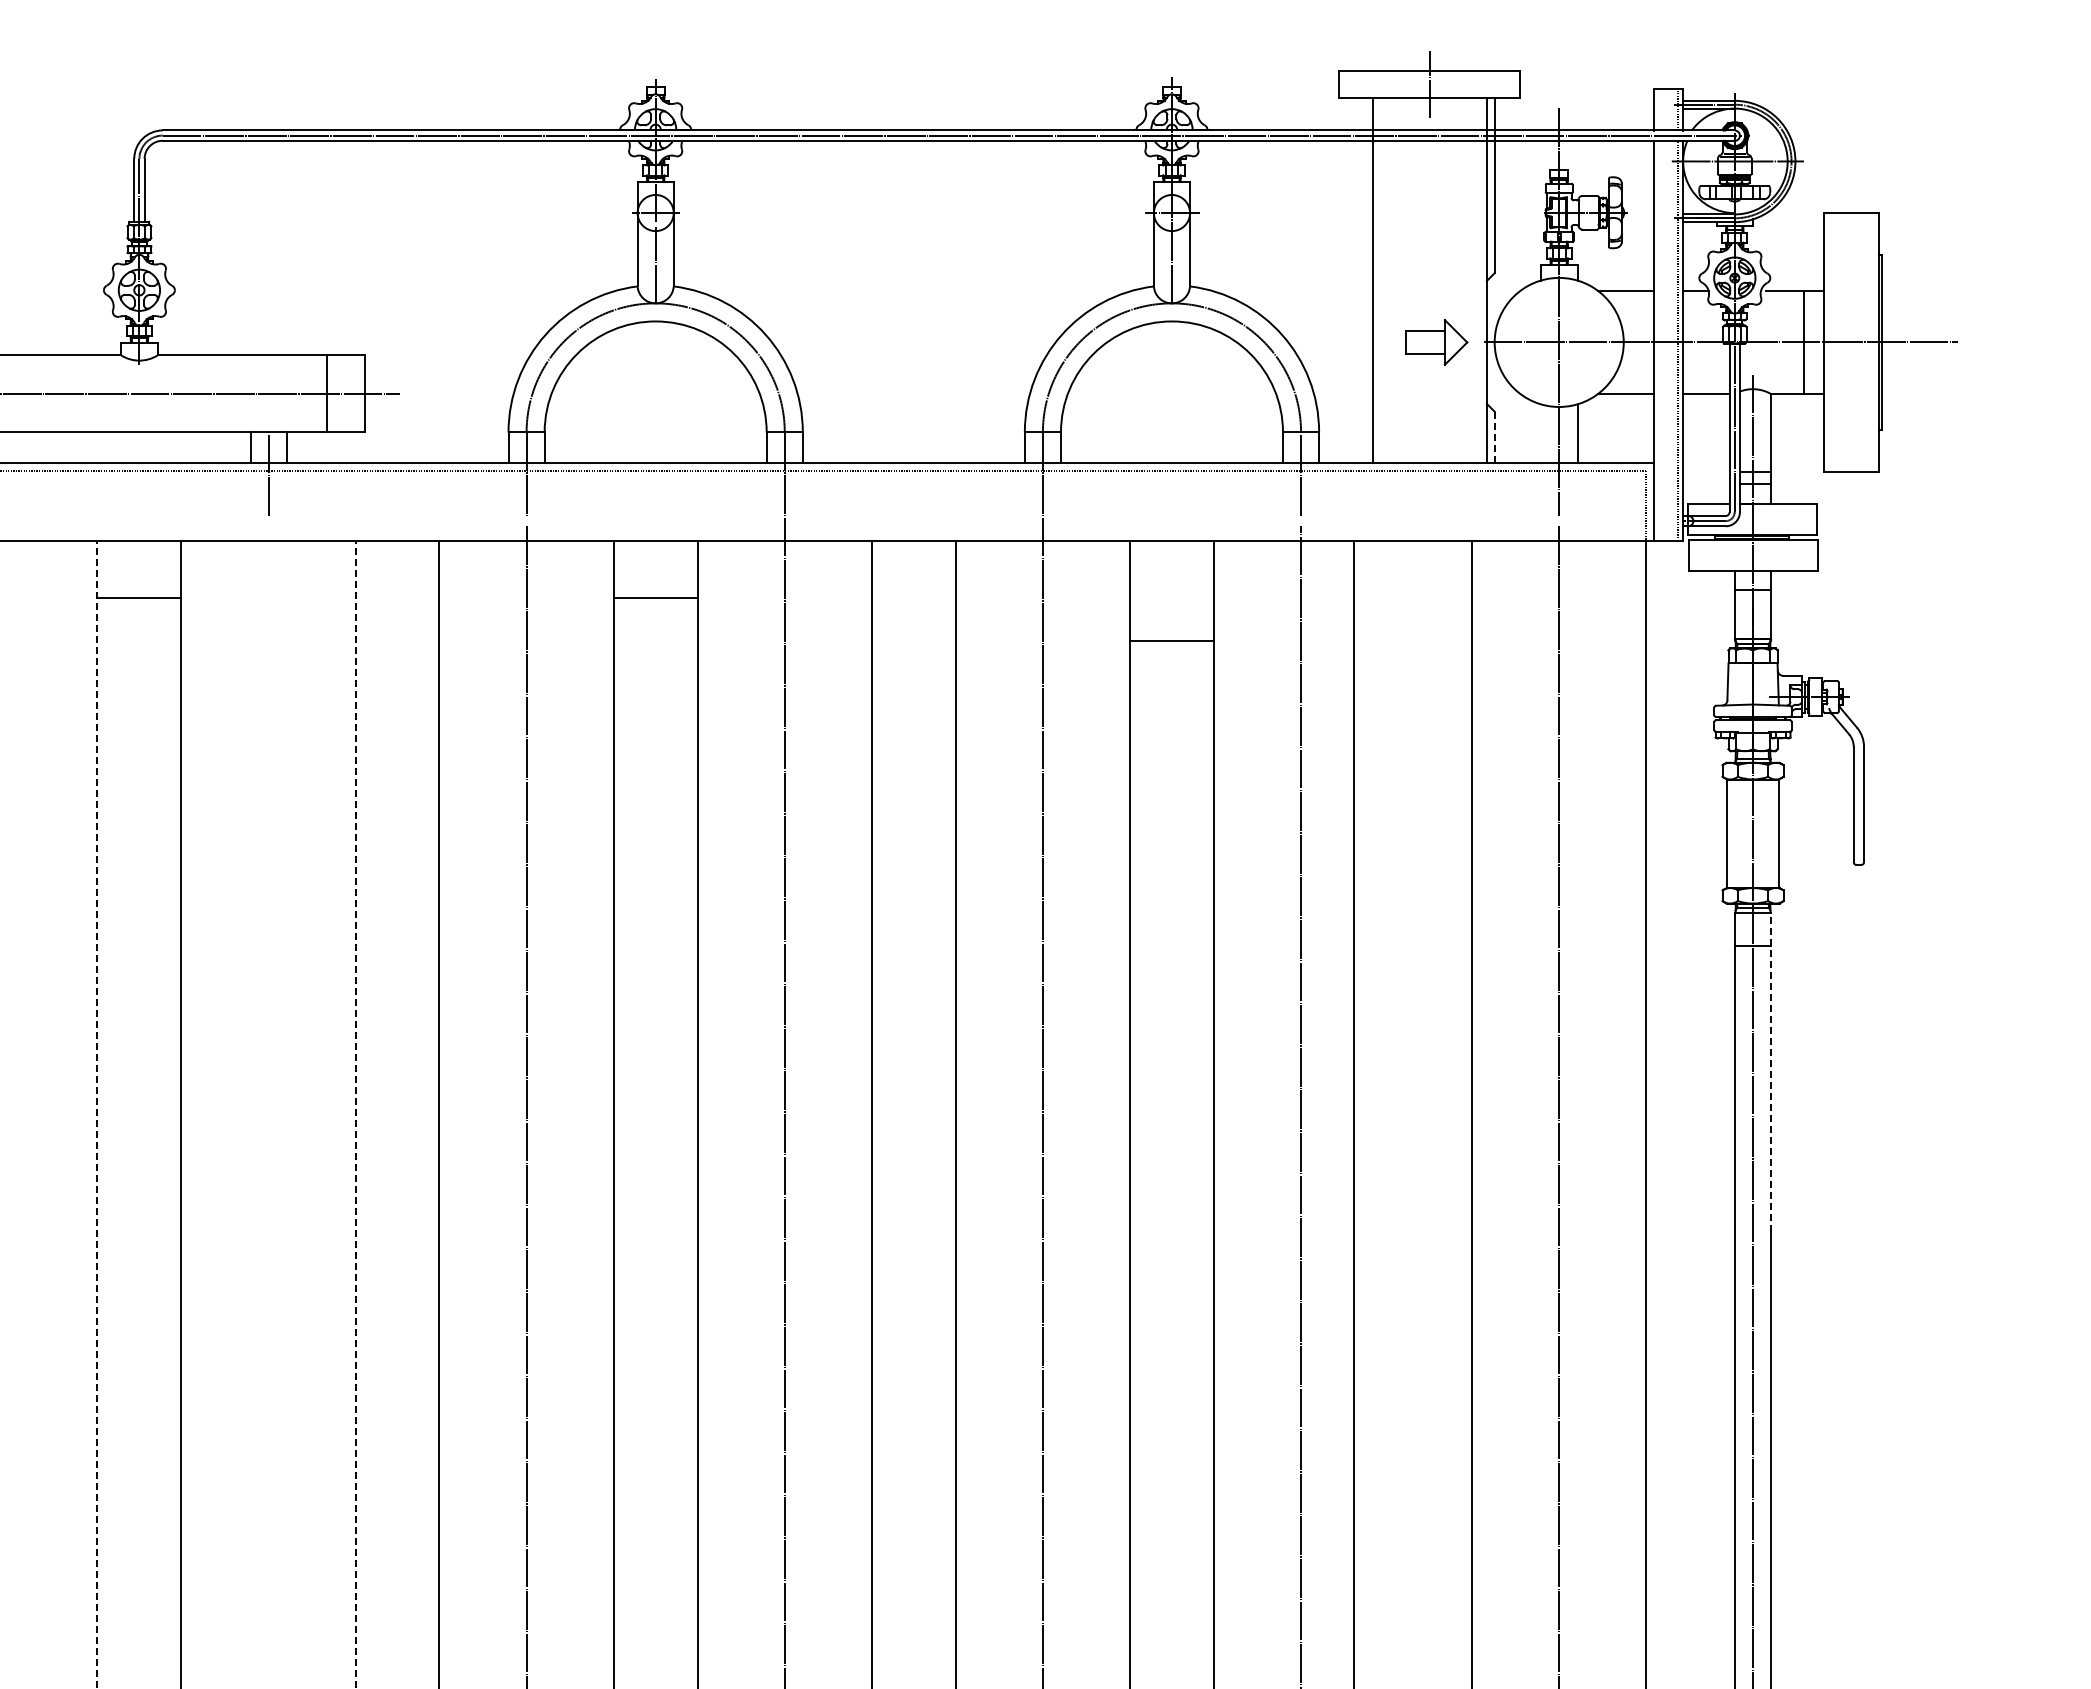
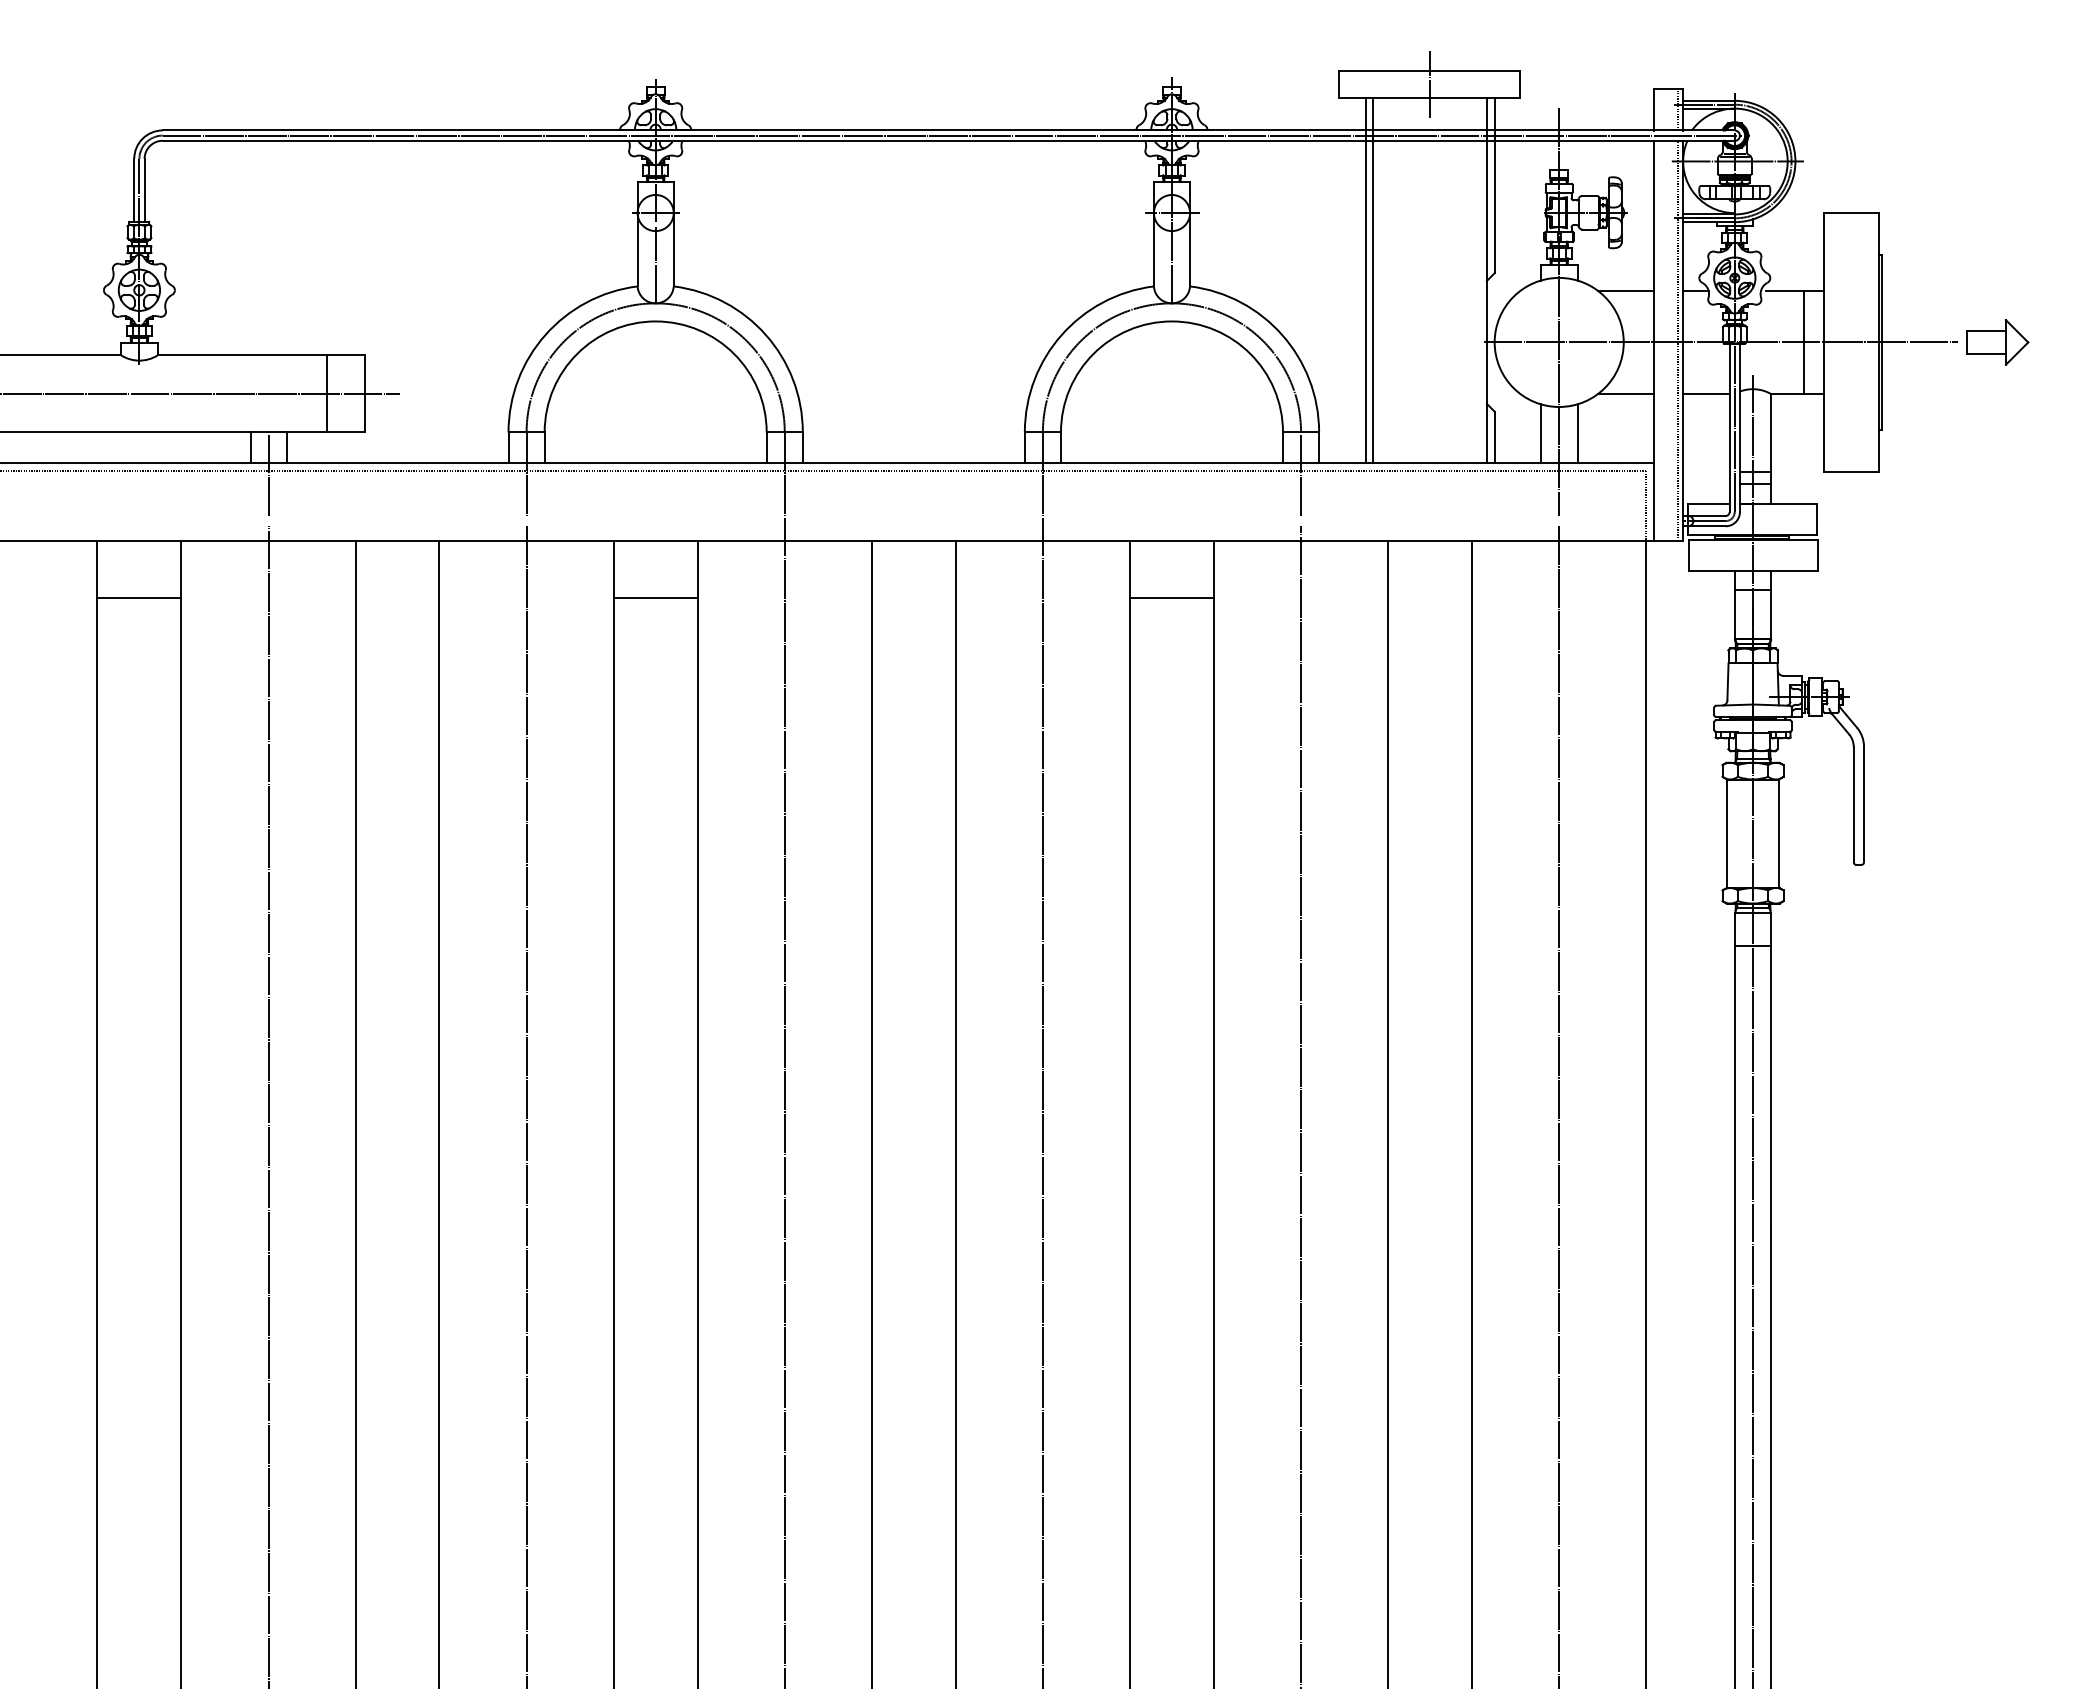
line at (1365, 280): none -> present
part at (1436, 342) position: (1436, 342) -> (1997, 342)
line at (1541, 432): none -> present
line at (1494, 437): dashed -> solid
line at (1171, 640) position: (1171, 640) -> (1171, 597)
line at (1771, 1072): dashed -> solid
line at (268, 1105): none -> present
line at (1354, 1112) position: (1354, 1112) -> (1388, 1112)
line at (97, 1114): dashed -> solid
line at (355, 1114): dashed -> solid
